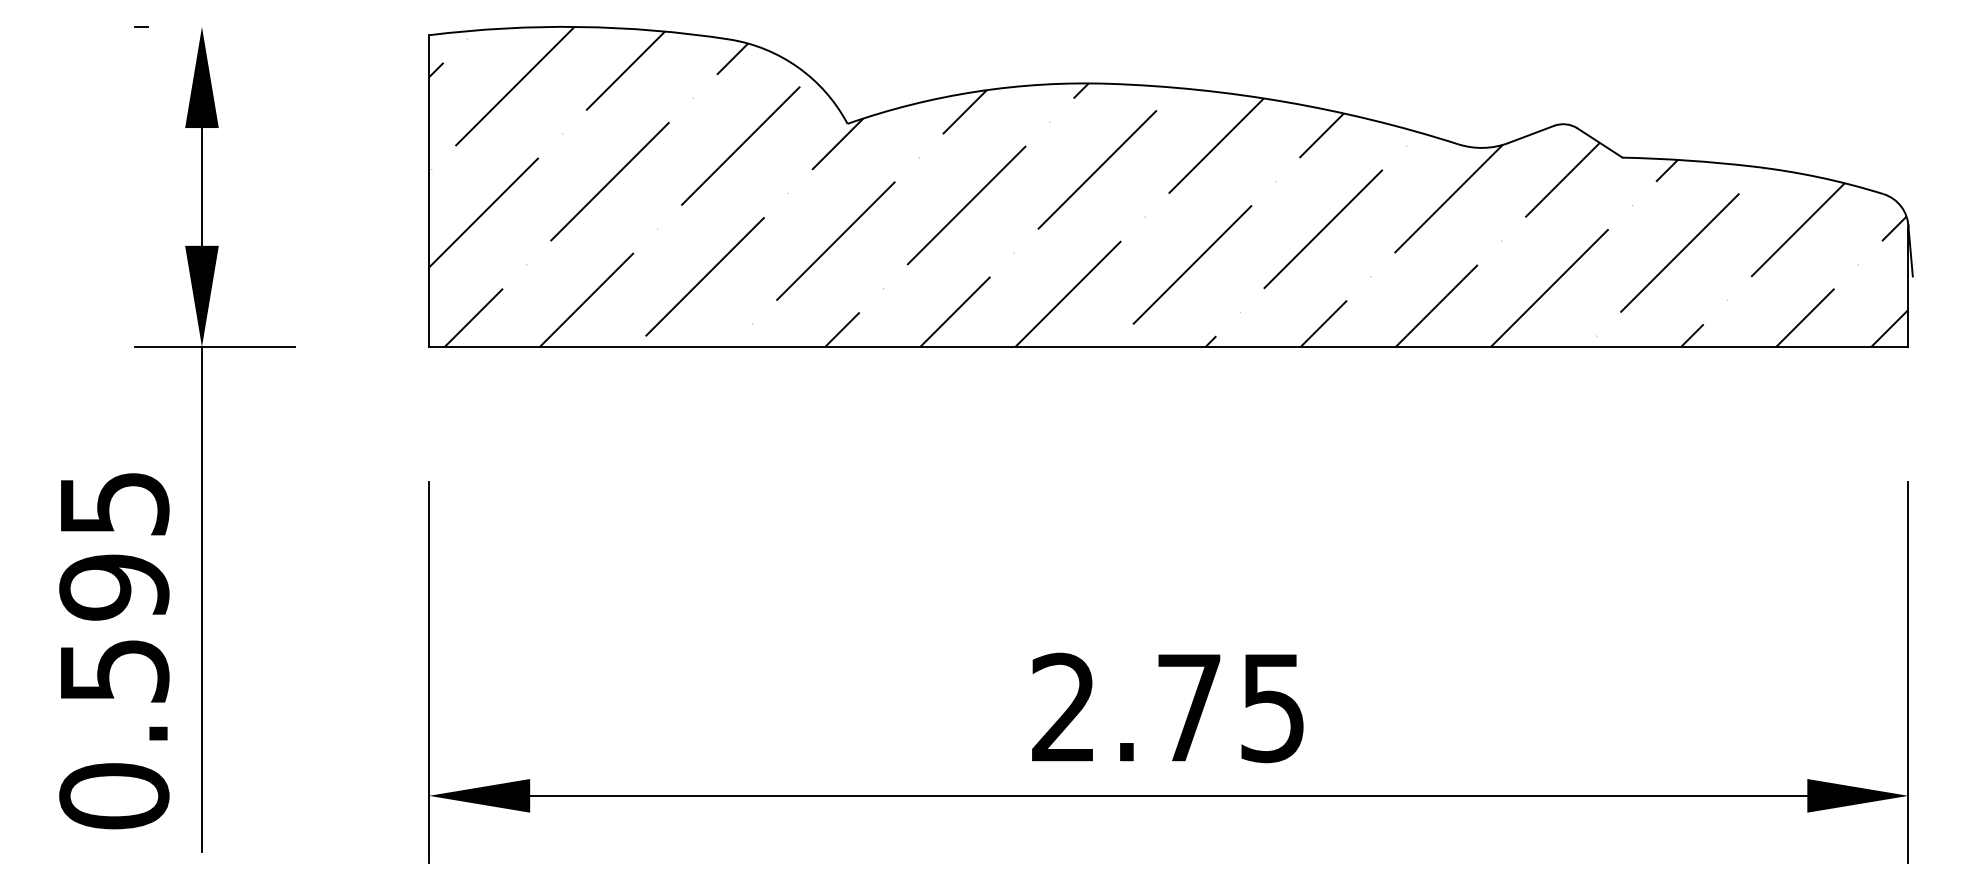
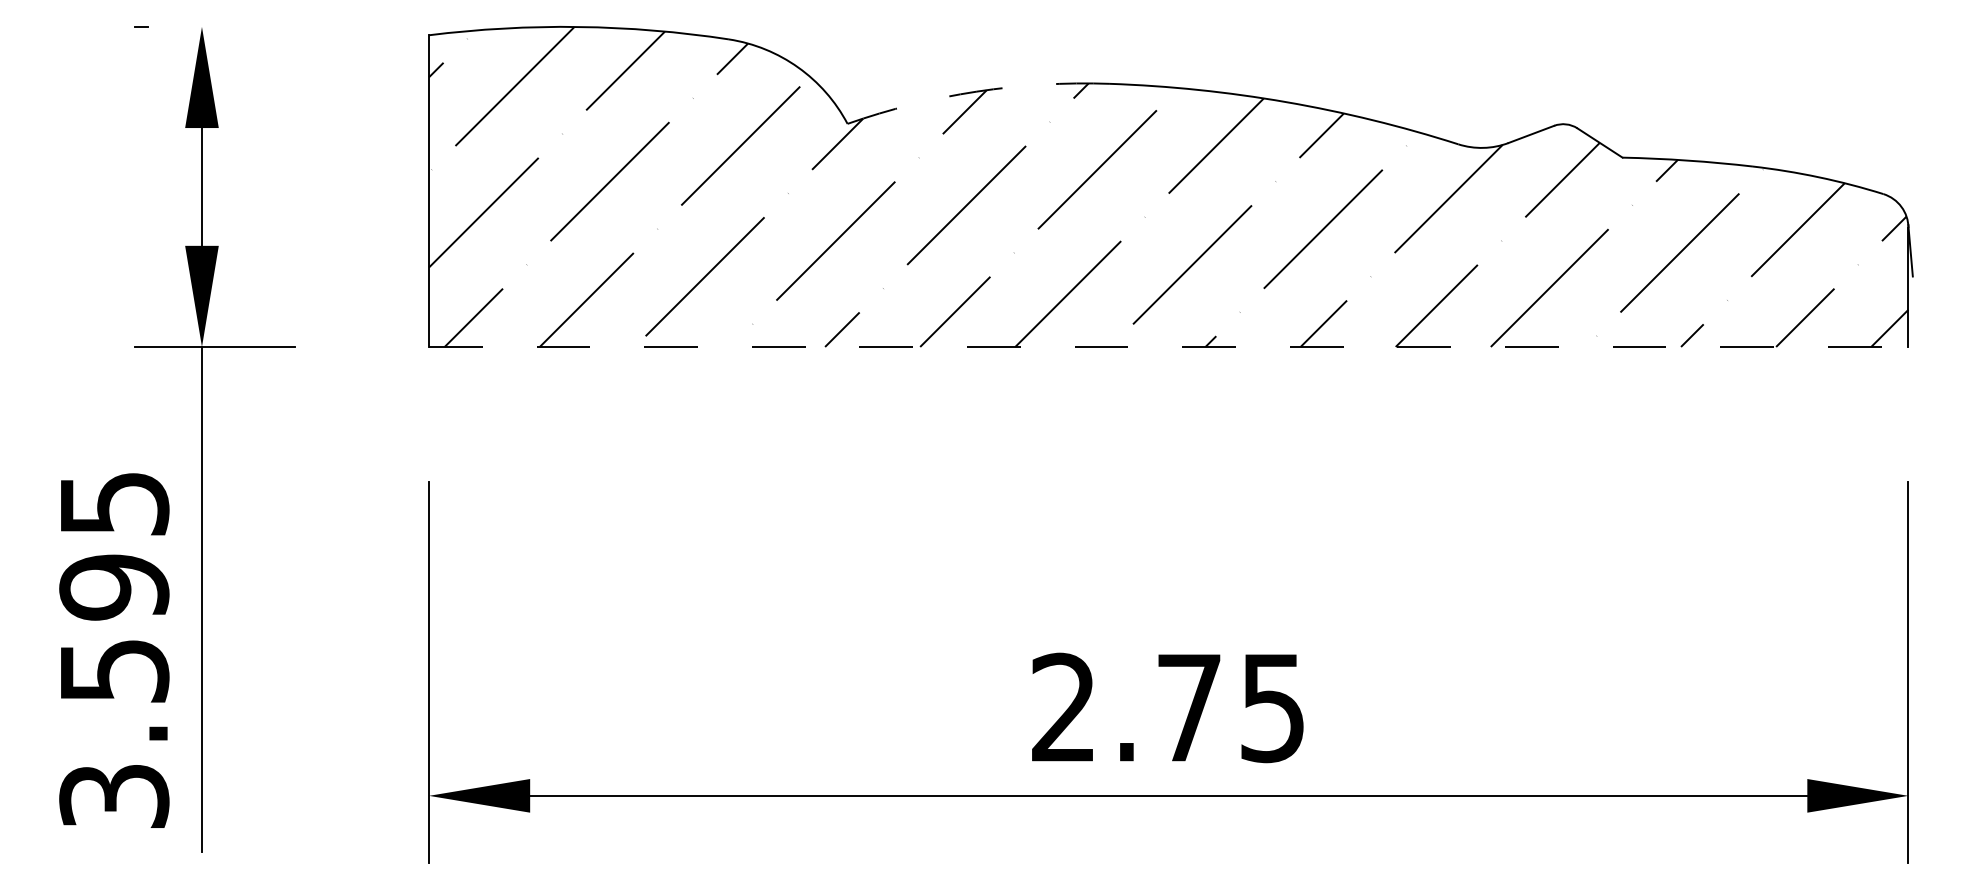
arc at (976, 91): solid -> dashed
line at (1168, 346): solid -> dashed
text at (114, 796): 0.595 -> 3.595
